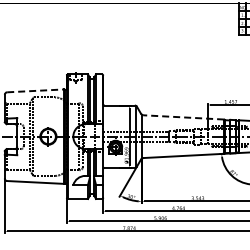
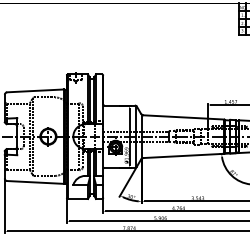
line at (36, 90): dashed -> solid
line at (183, 117): dashed -> solid
